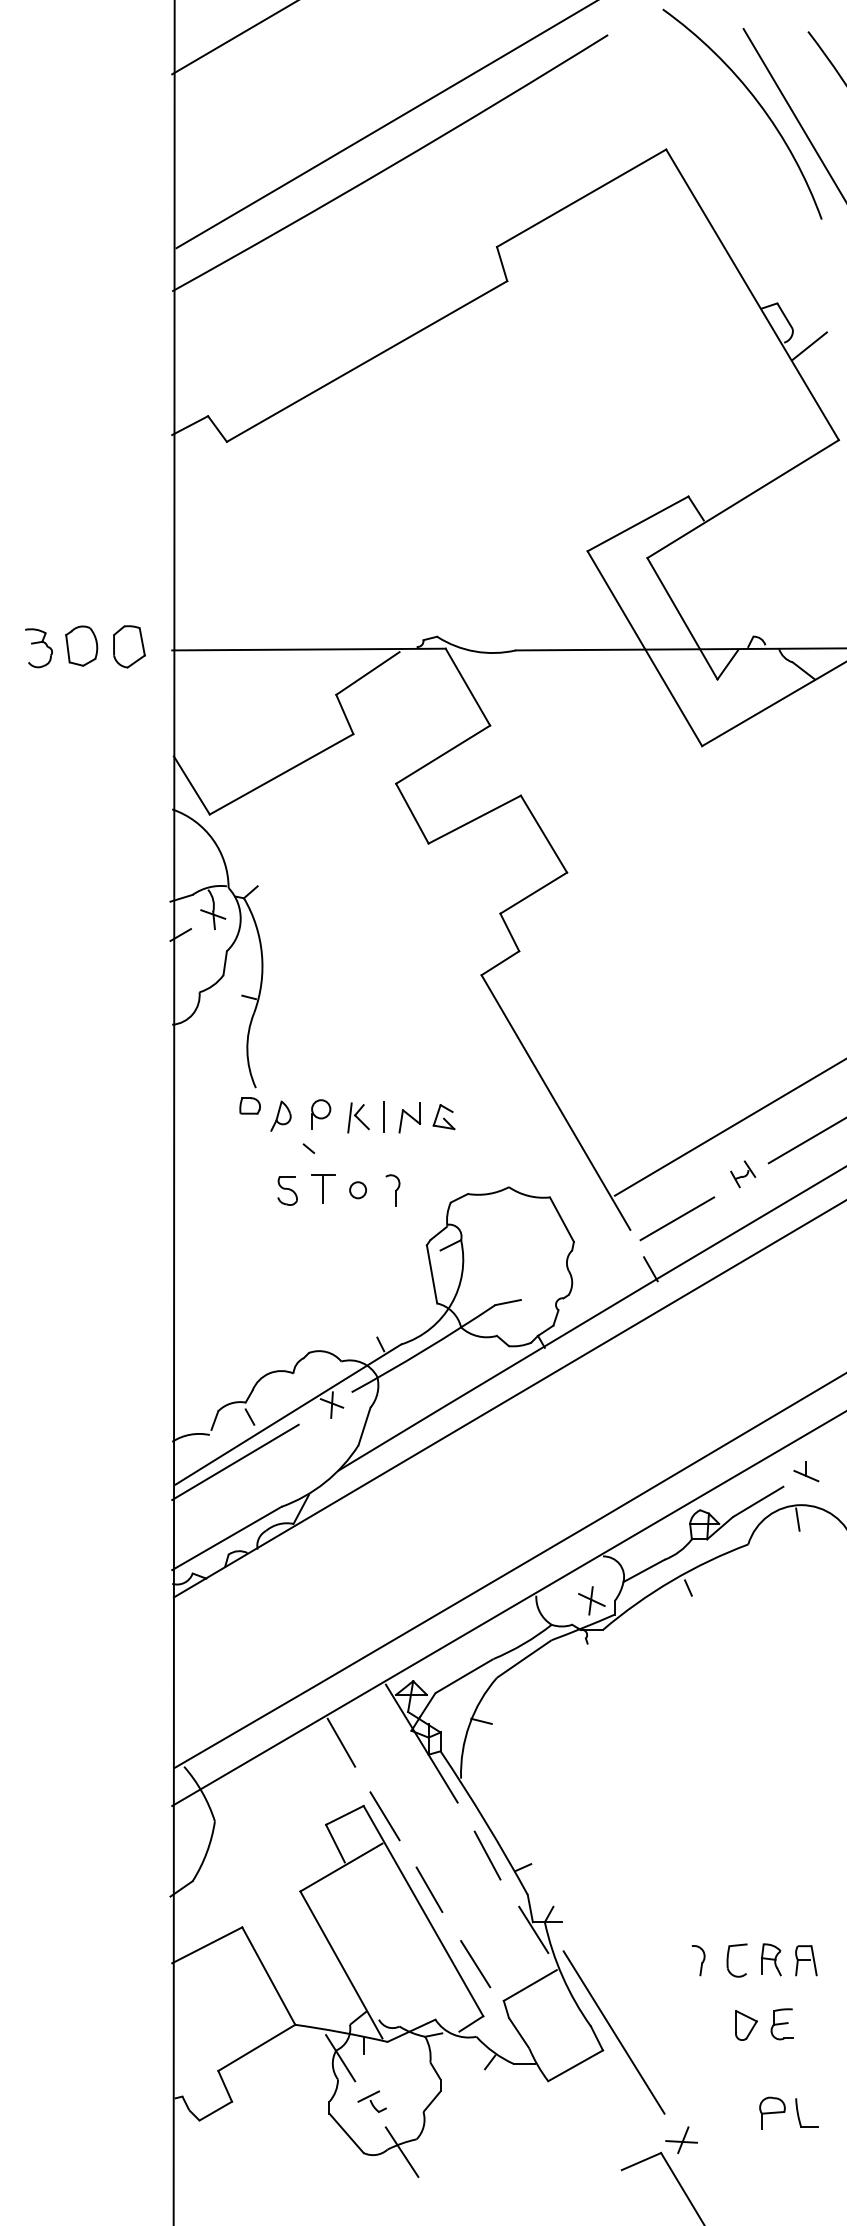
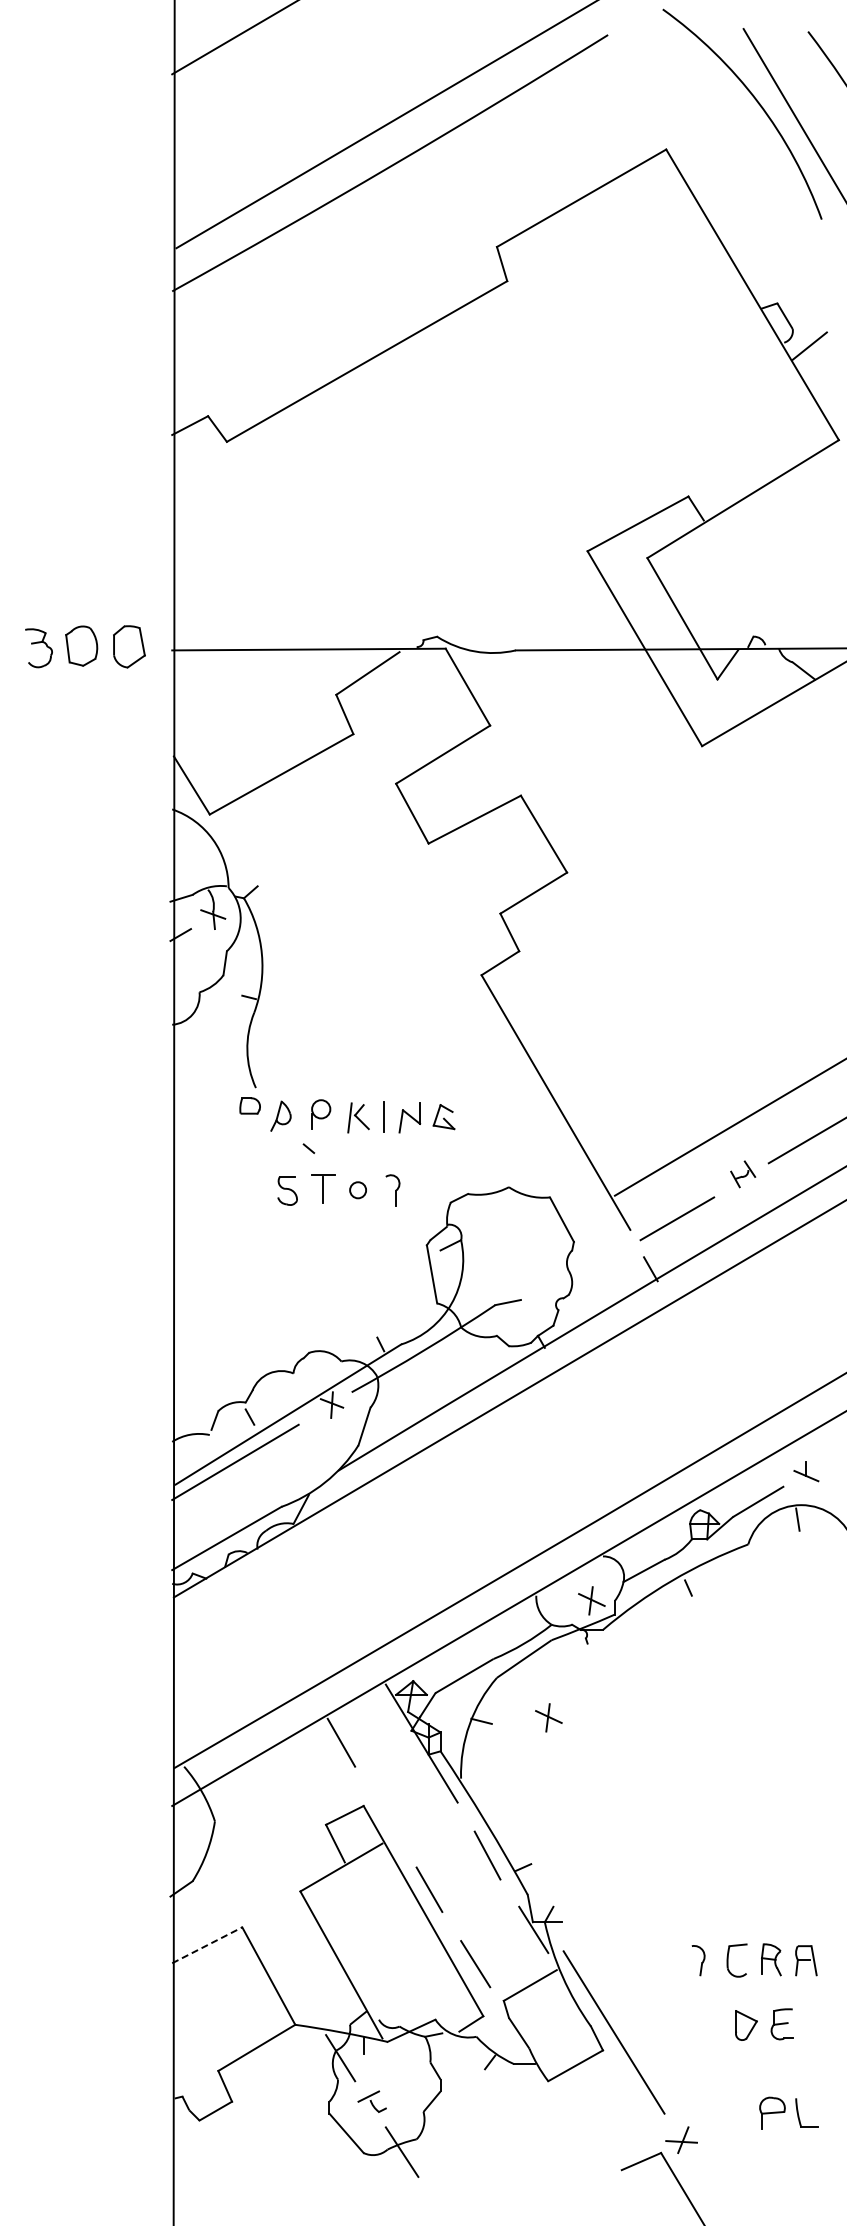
part at (548, 1717): none -> present
line at (384, 1816): present -> none
line at (207, 1945): solid -> dashed
